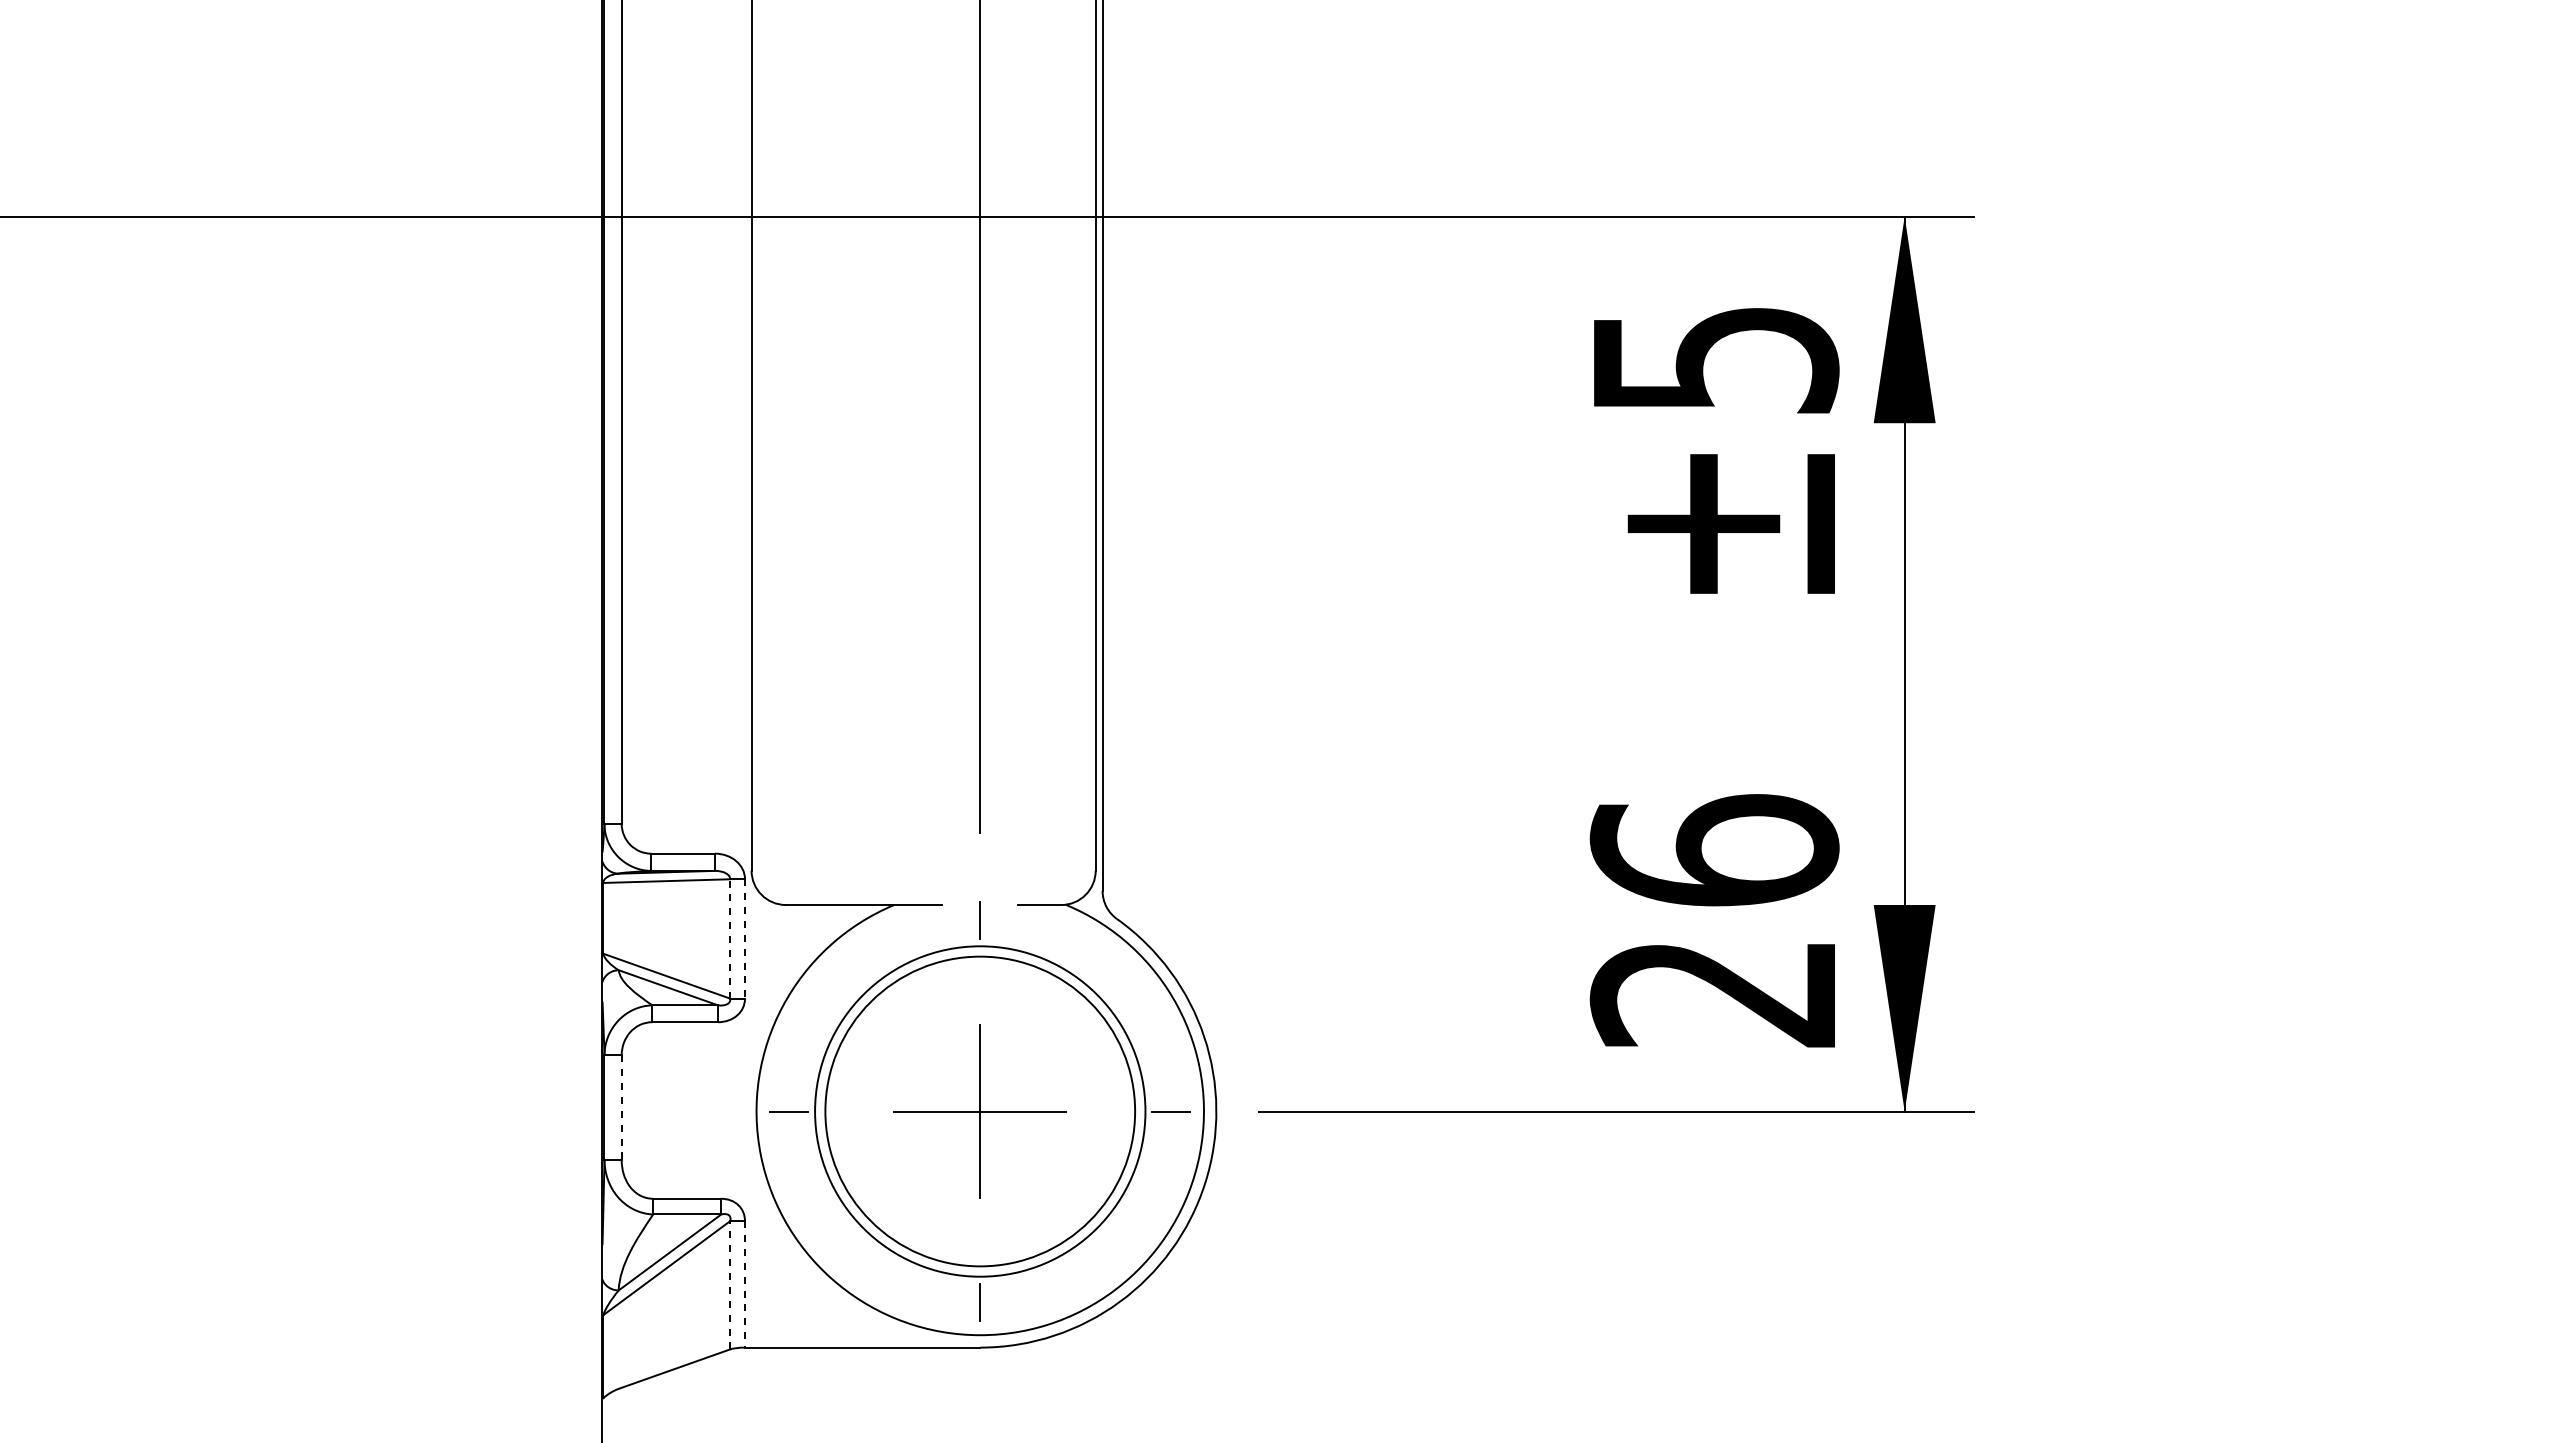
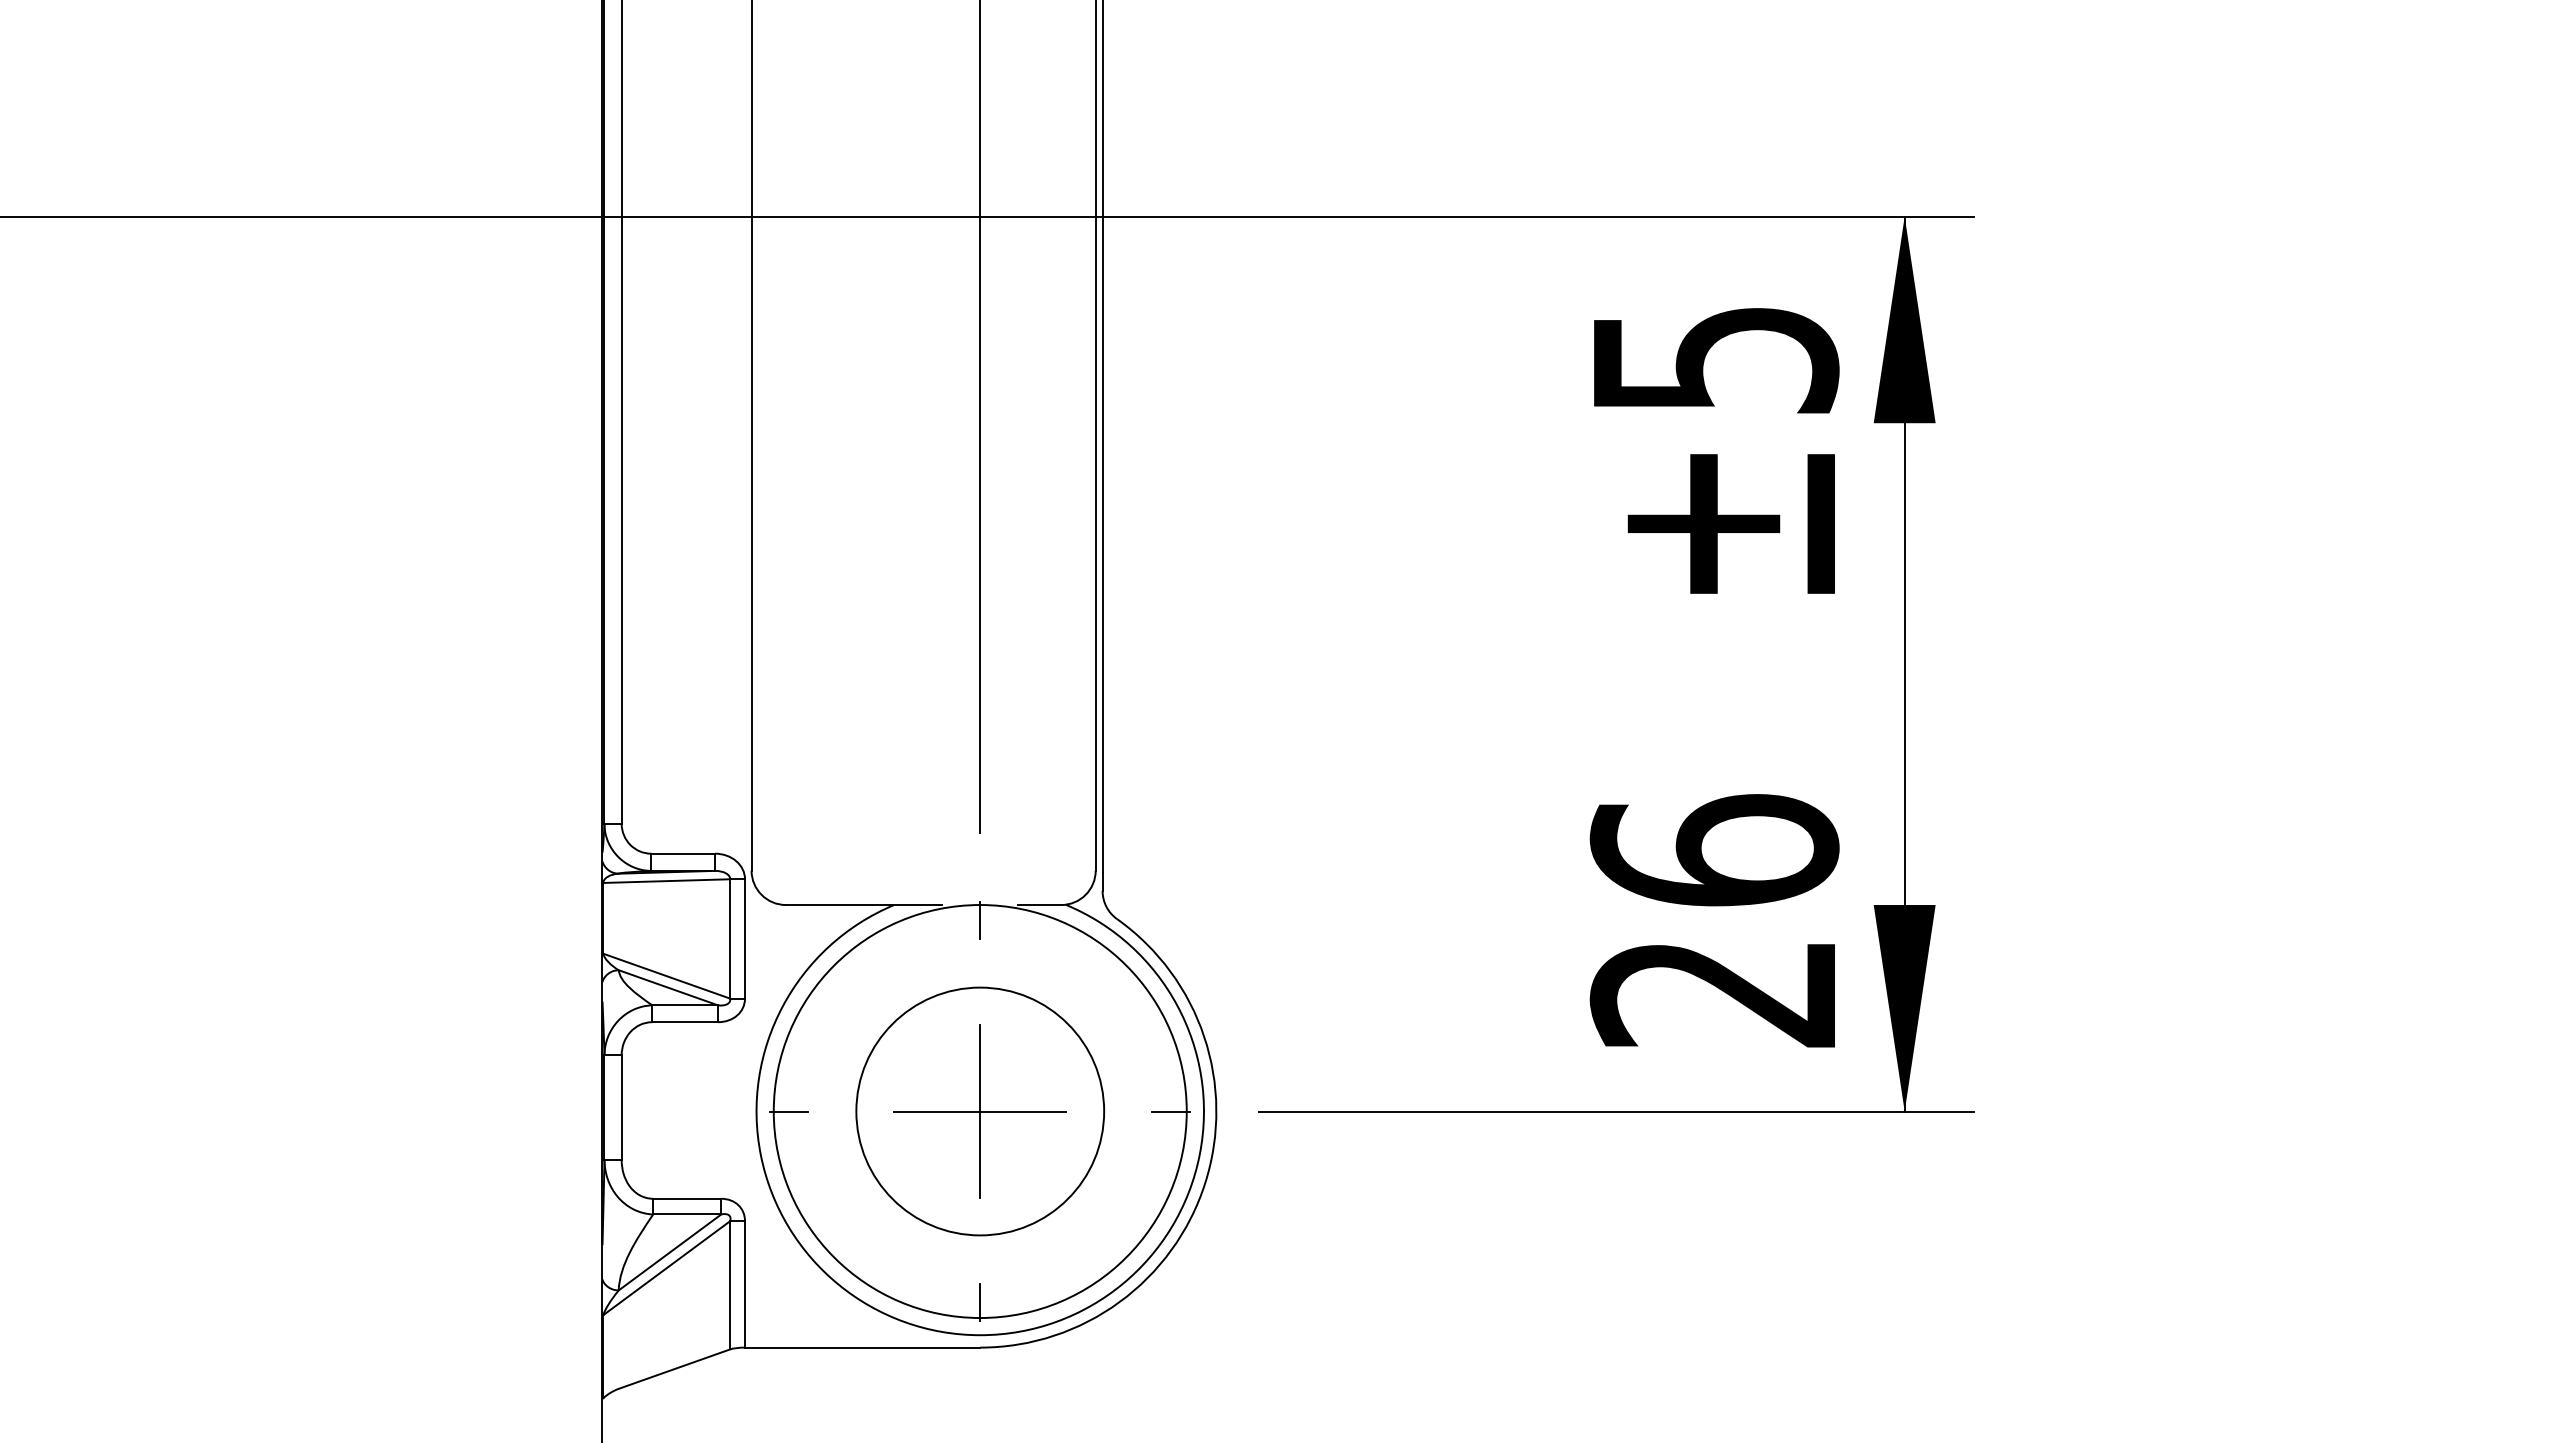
line at (730, 938): dashed -> solid
line at (745, 938): dashed -> solid
line at (621, 1108): dashed -> solid
circle at (980, 1111) diameter: 310 px -> 248 px
circle at (980, 1111) diameter: 330 px -> 413 px
line at (730, 1284): dashed -> solid
line at (745, 1284): dashed -> solid
